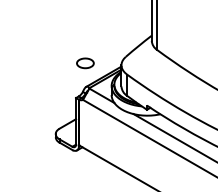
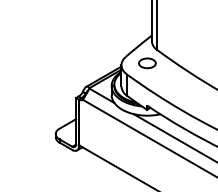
part at (85, 63) position: (85, 63) -> (147, 63)
